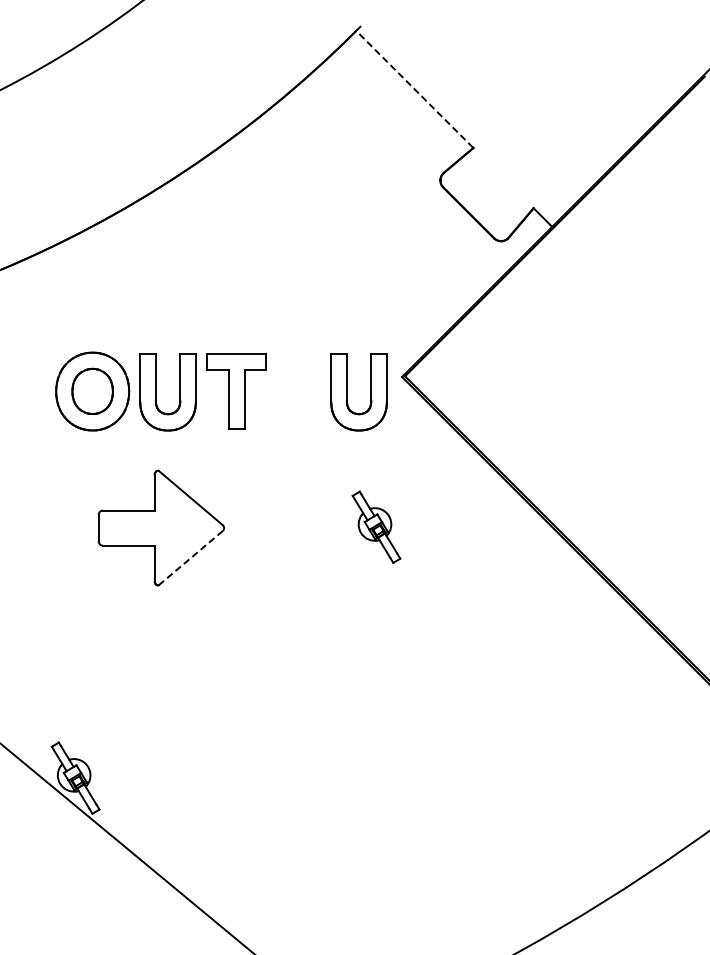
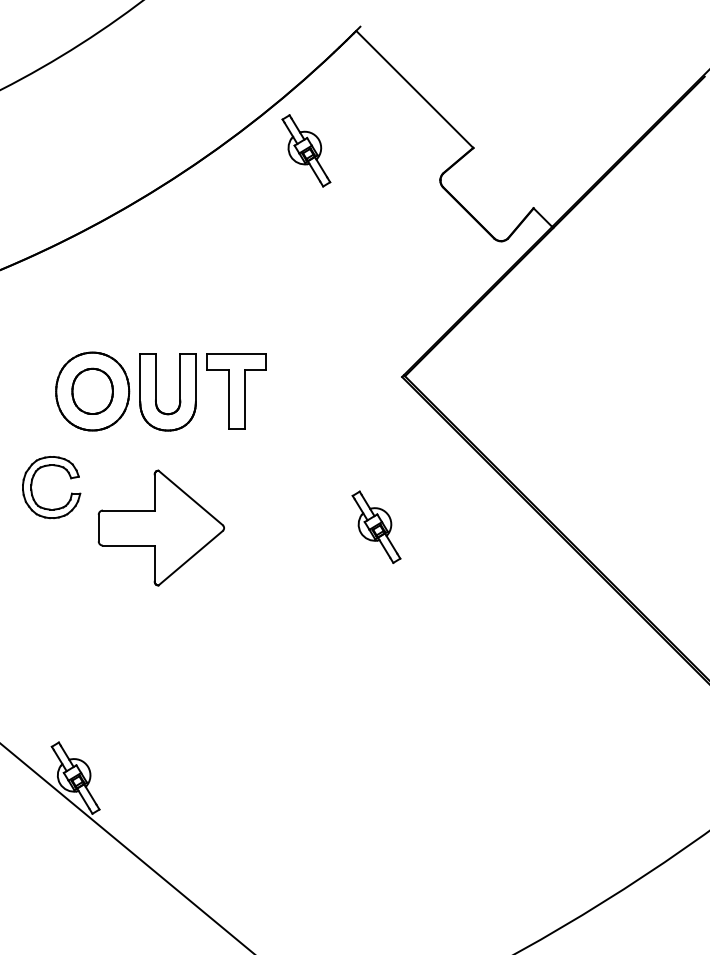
line at (414, 89): dashed -> solid
part at (306, 150): none -> present
part at (347, 392): present -> none
part at (32, 485): none -> present
line at (190, 558): dashed -> solid
